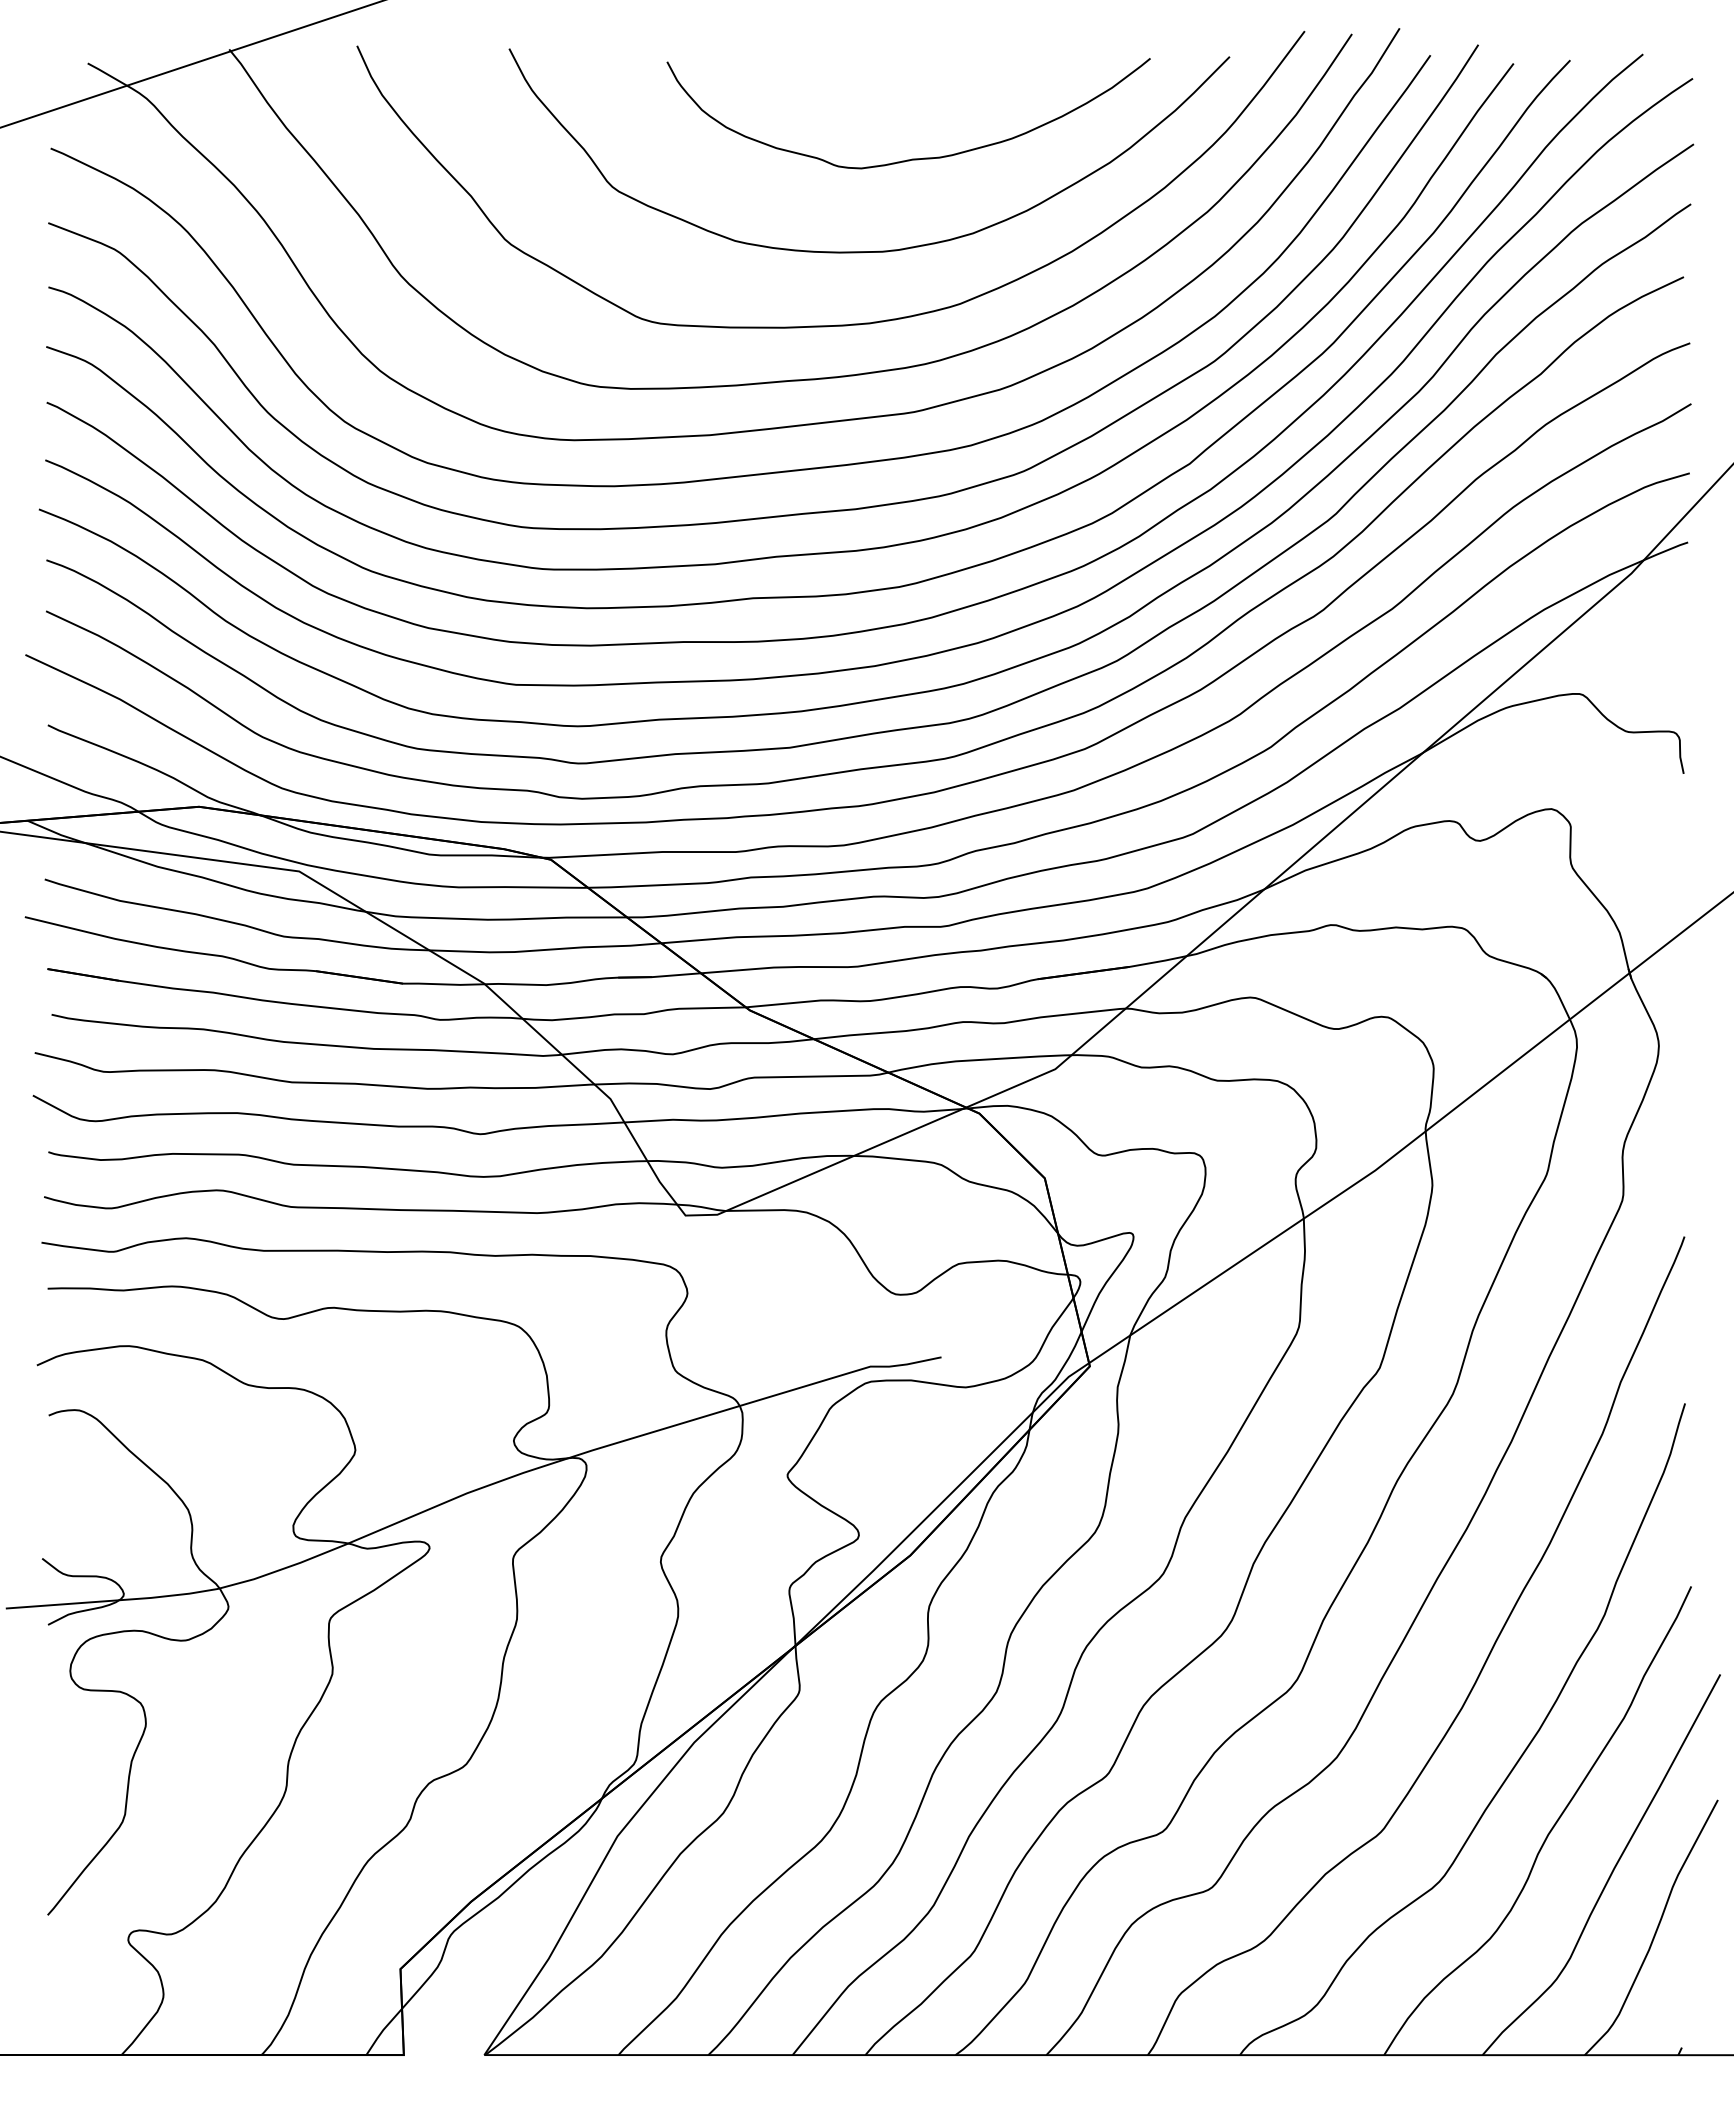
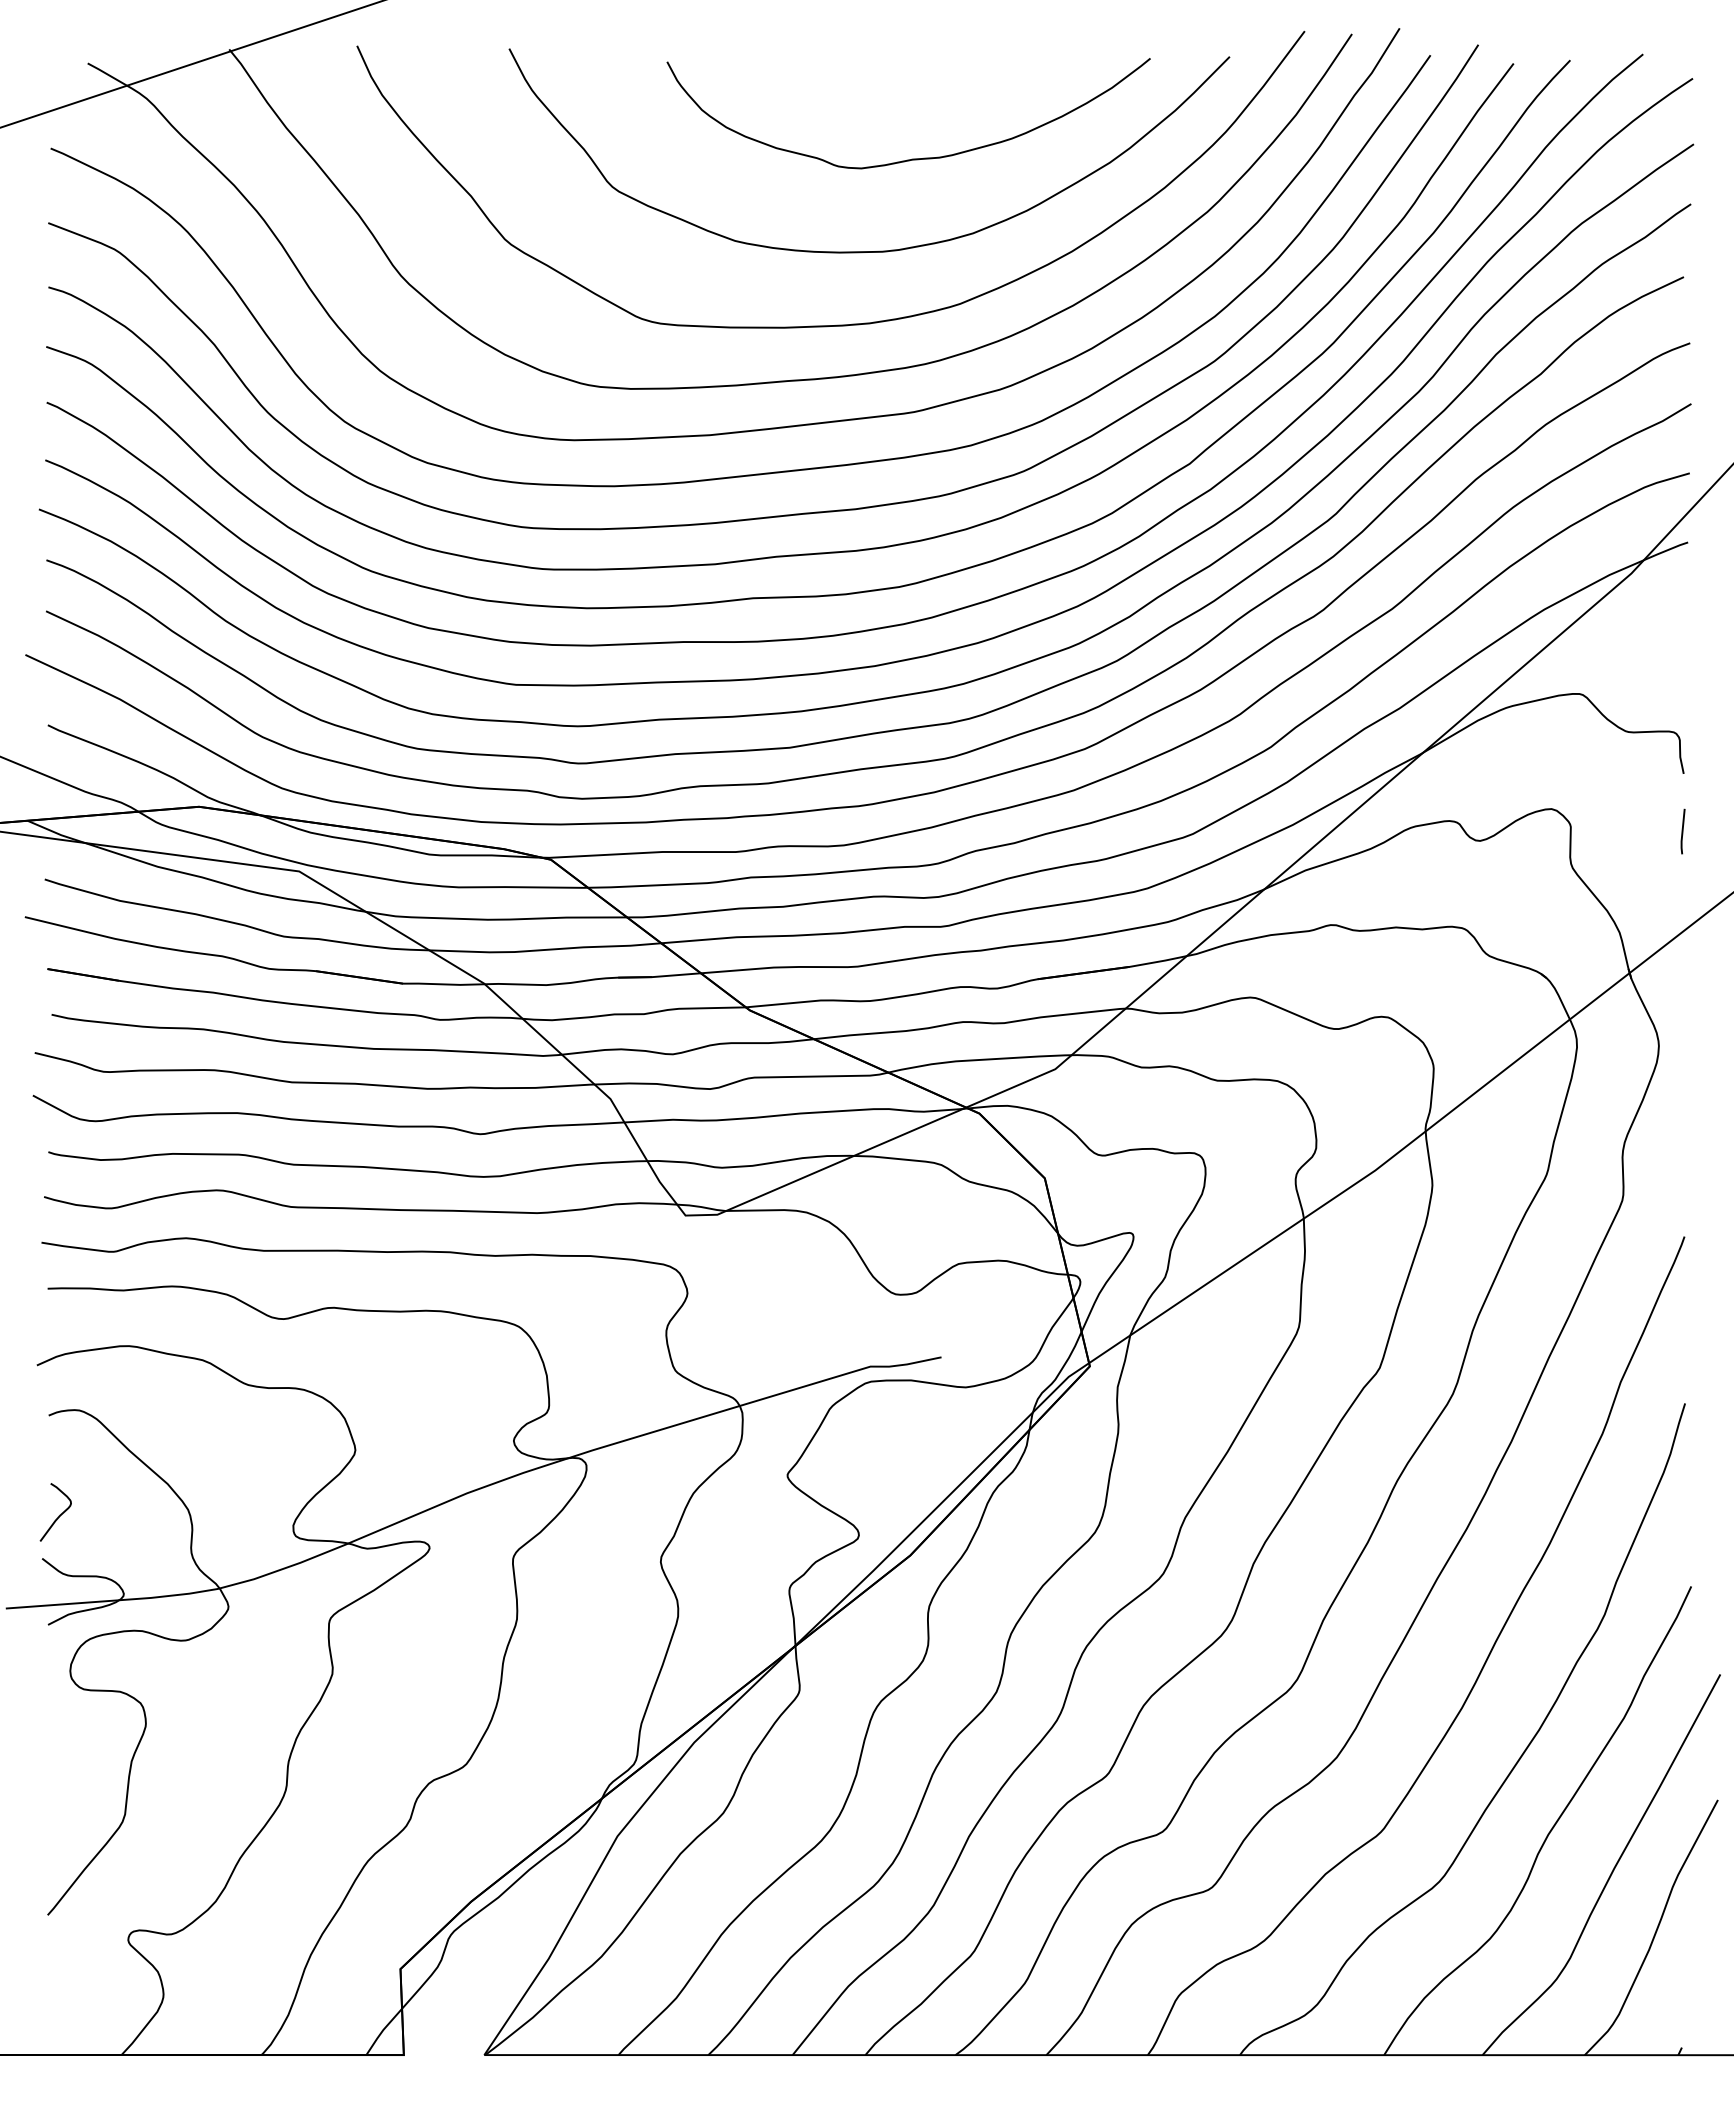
line at (1682, 831): none -> present
curve at (58, 1515): none -> present
